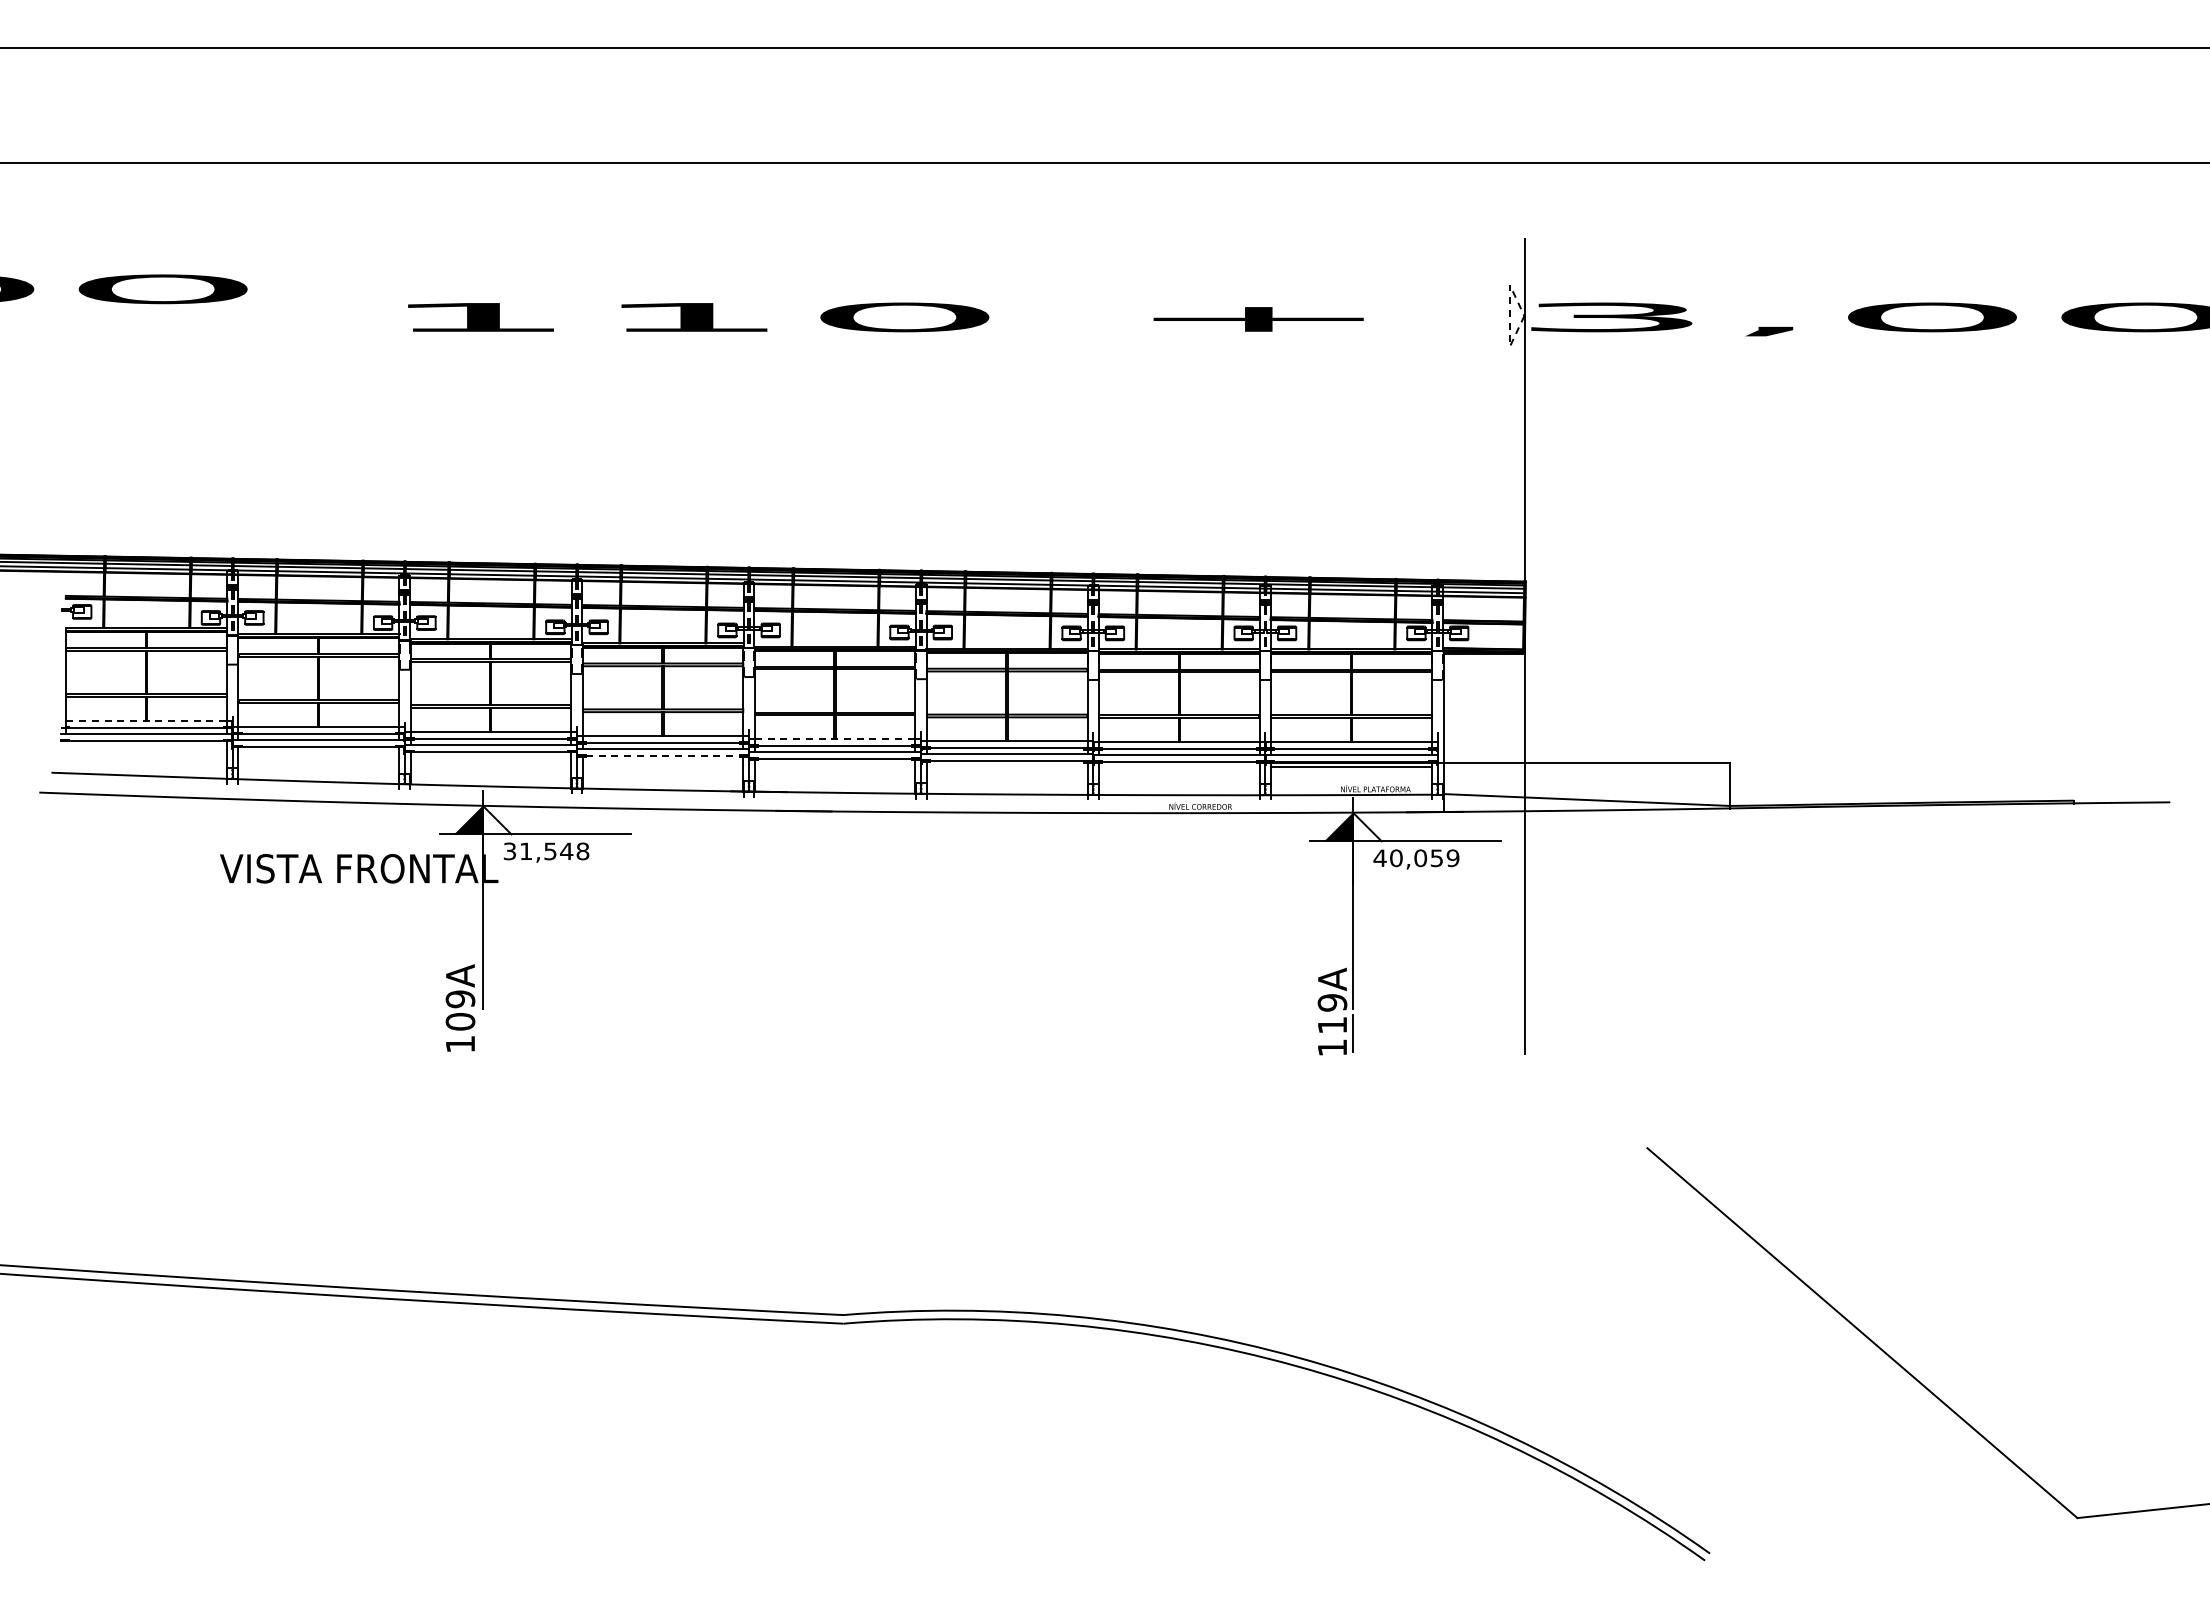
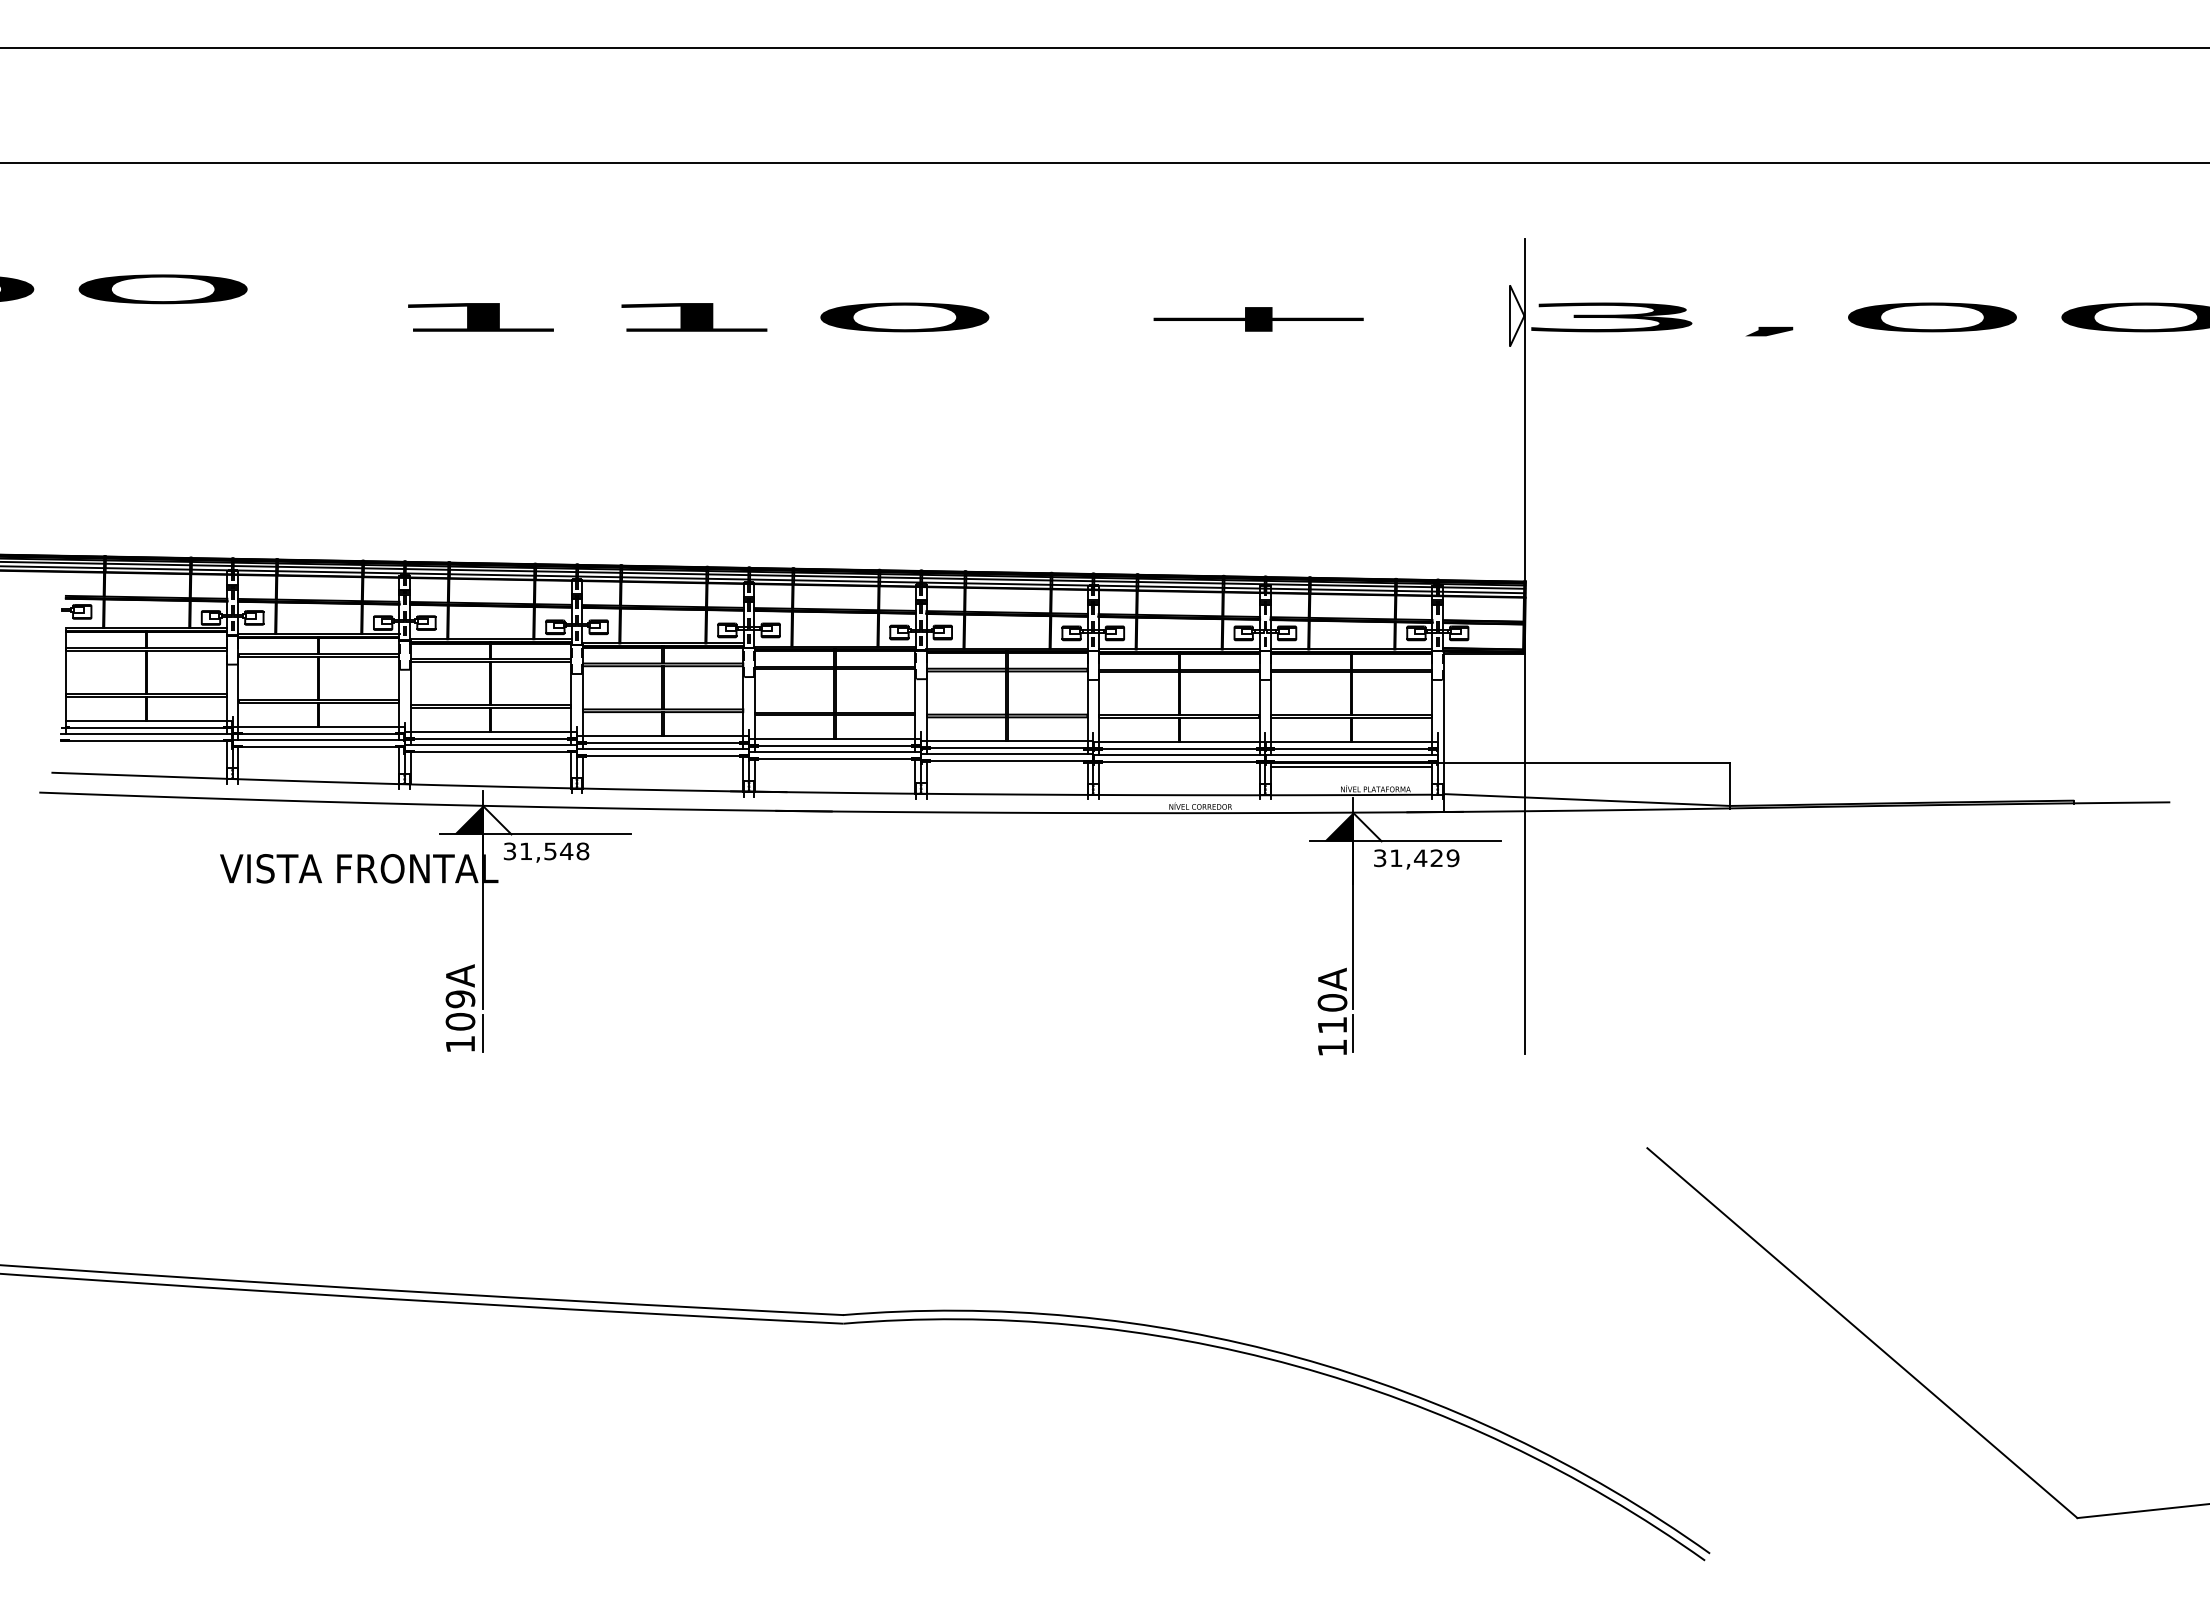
line at (1509, 315): dashed -> solid
line at (147, 720): dashed -> solid
line at (835, 739): dashed -> solid
line at (663, 756): dashed -> solid
text at (1407, 858): 40,059 -> 31,429
text at (1332, 1002): 119A -> 110A
line at (482, 1033): none -> present
